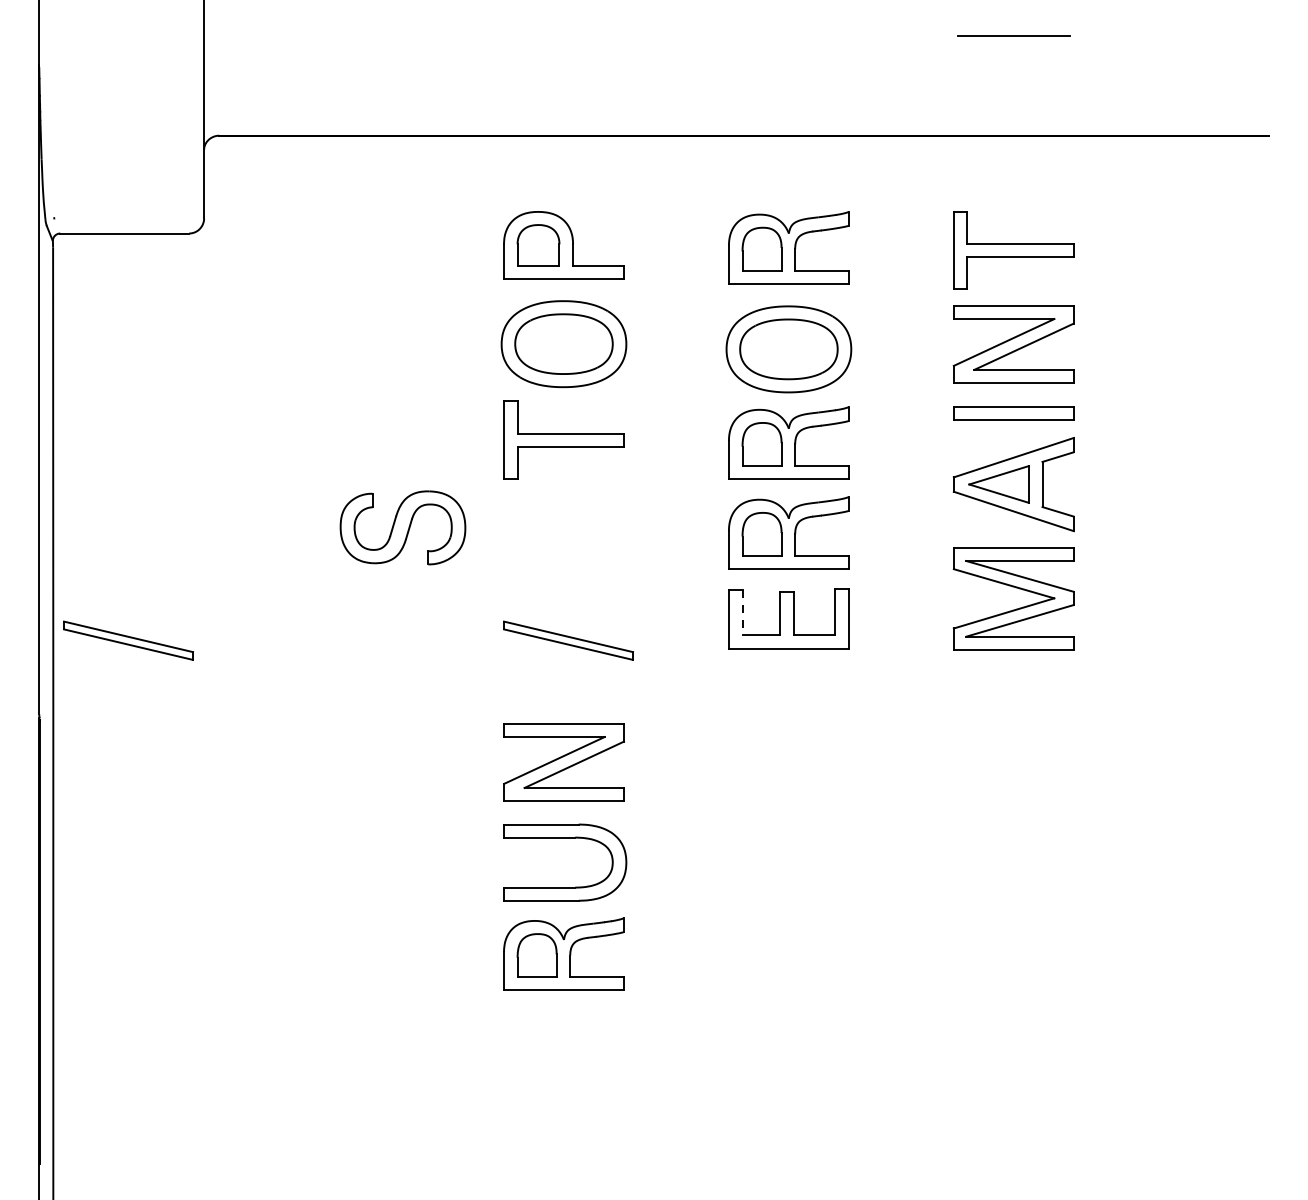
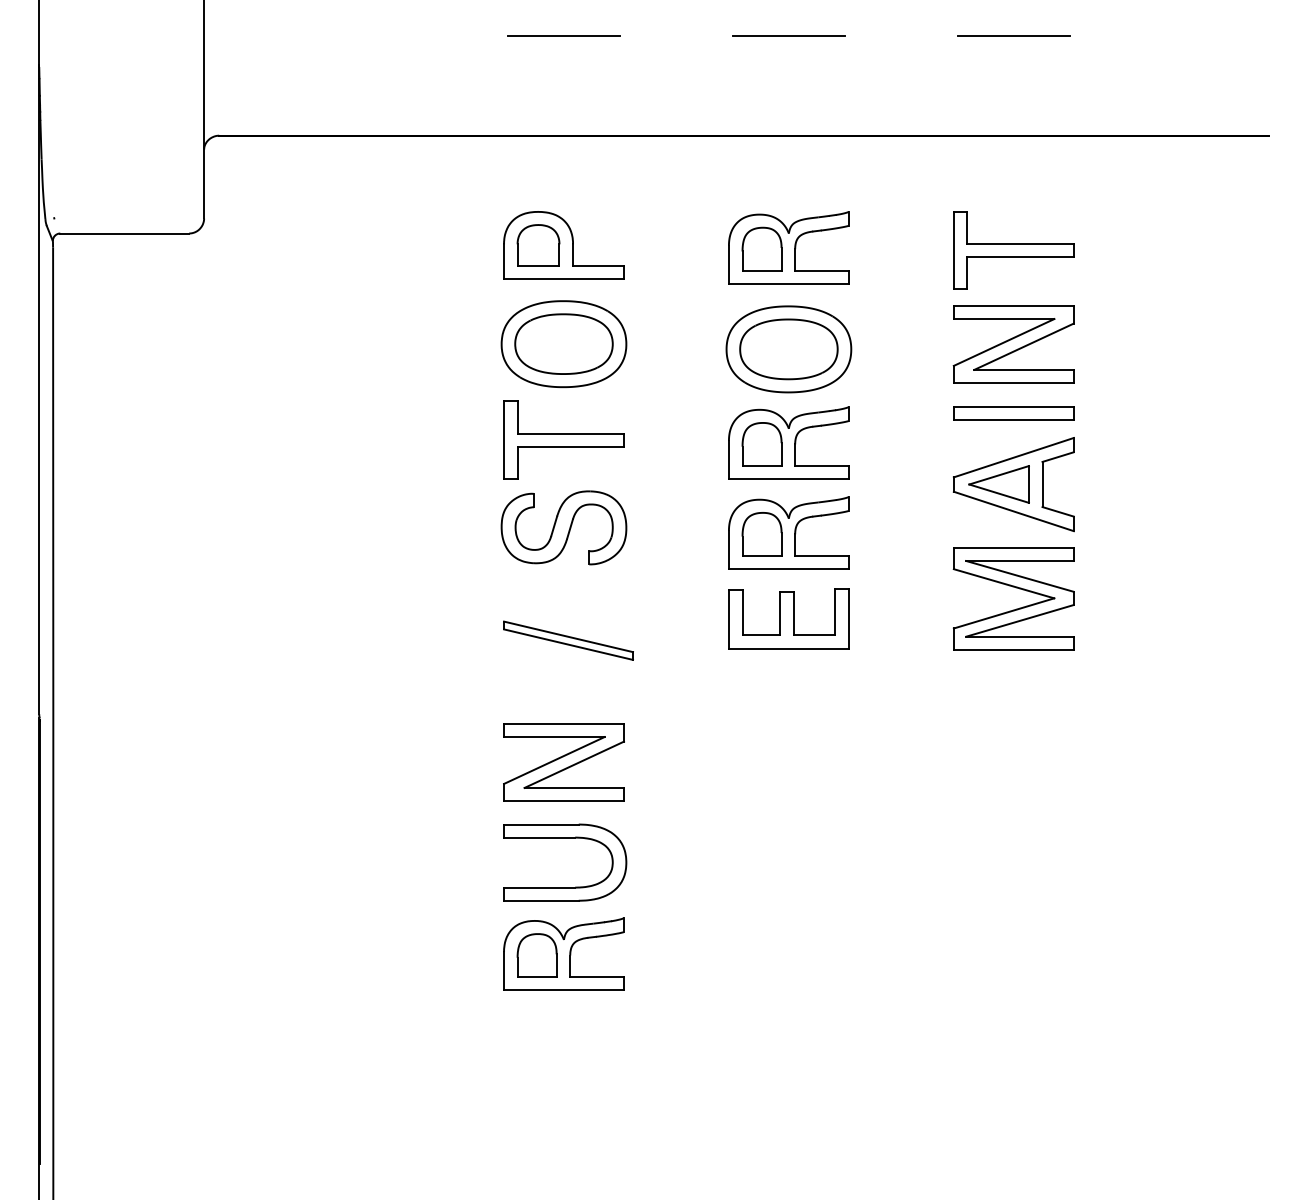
line at (563, 35): none -> present
line at (788, 35): none -> present
part at (402, 527) position: (402, 527) -> (563, 527)
line at (742, 612): dashed -> solid
part at (128, 640): present -> none
